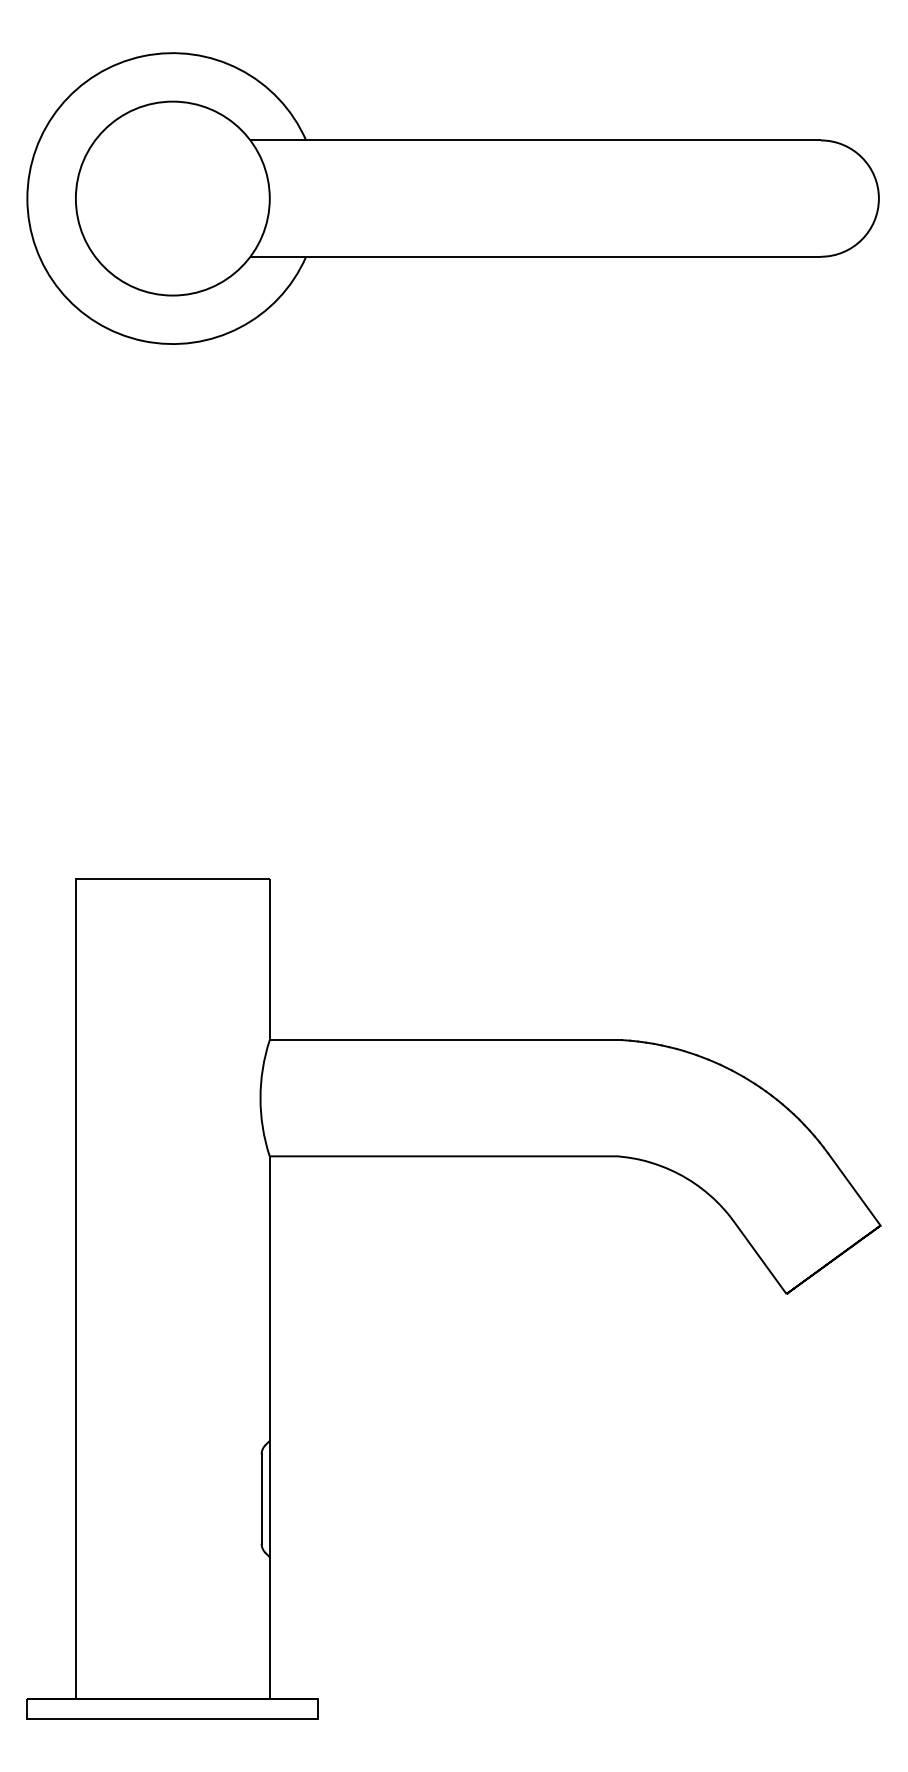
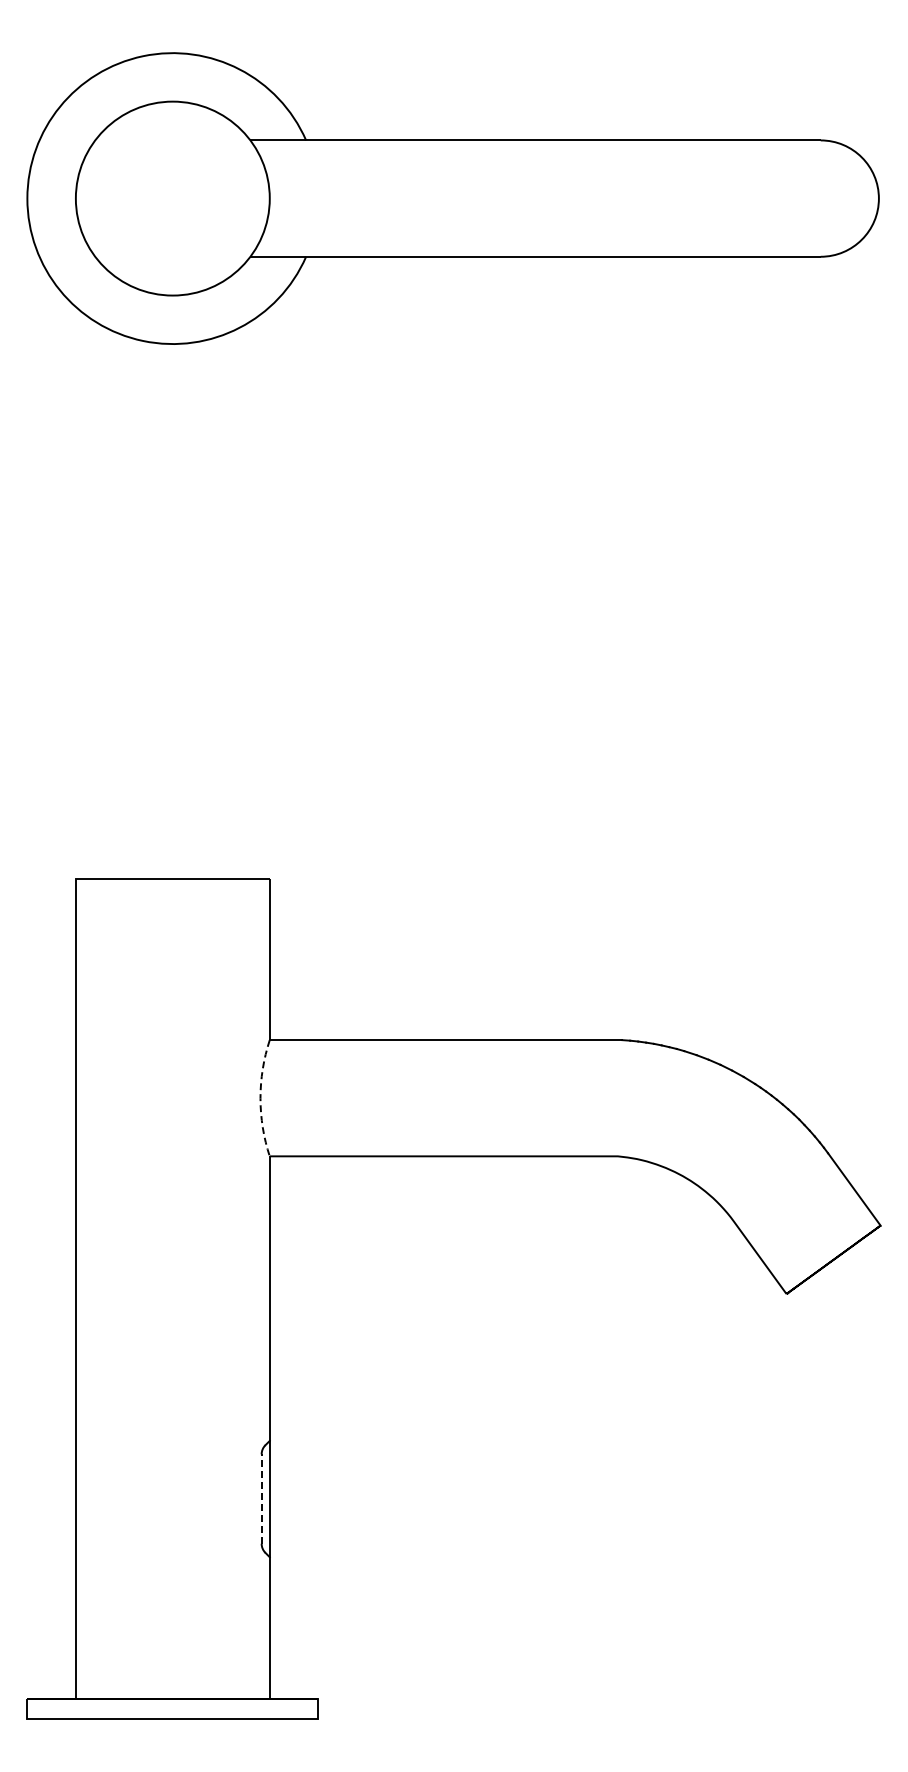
arc at (260, 1098): solid -> dashed
line at (261, 1499): solid -> dashed
